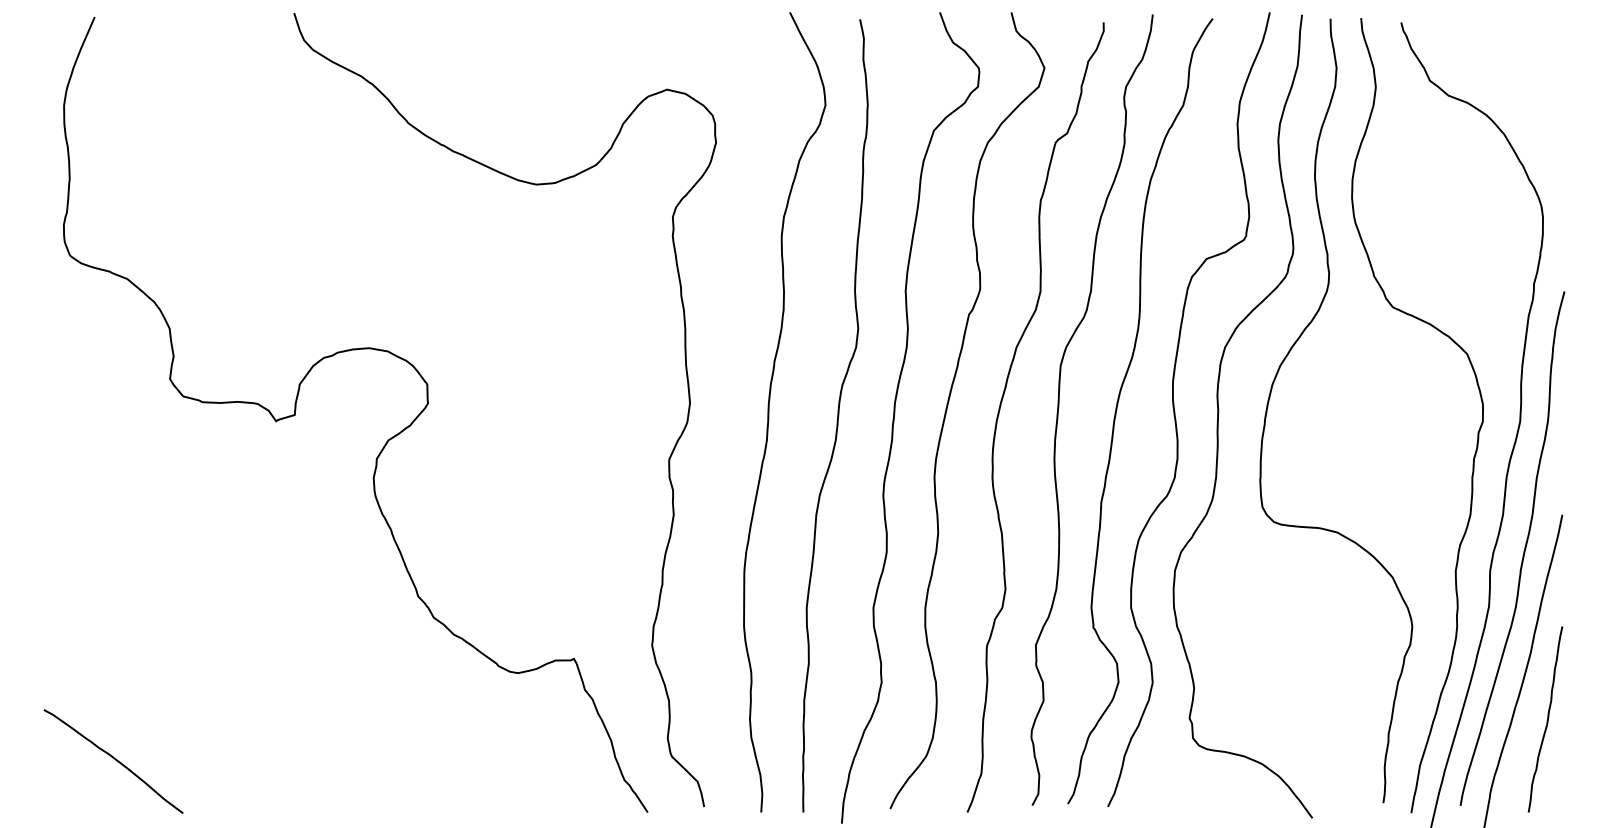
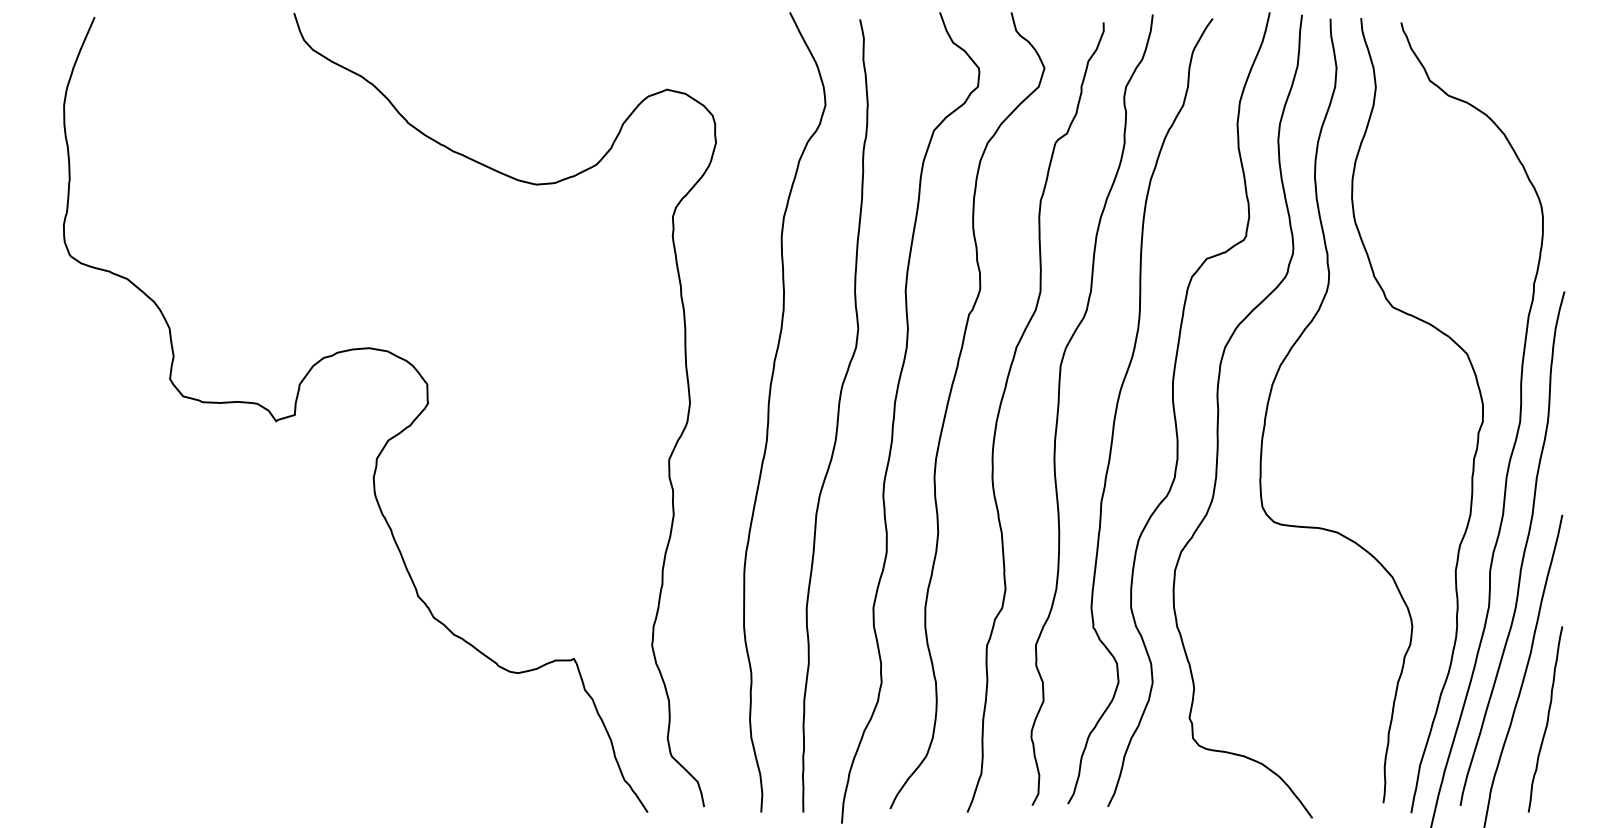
curve at (114, 759): present -> none
